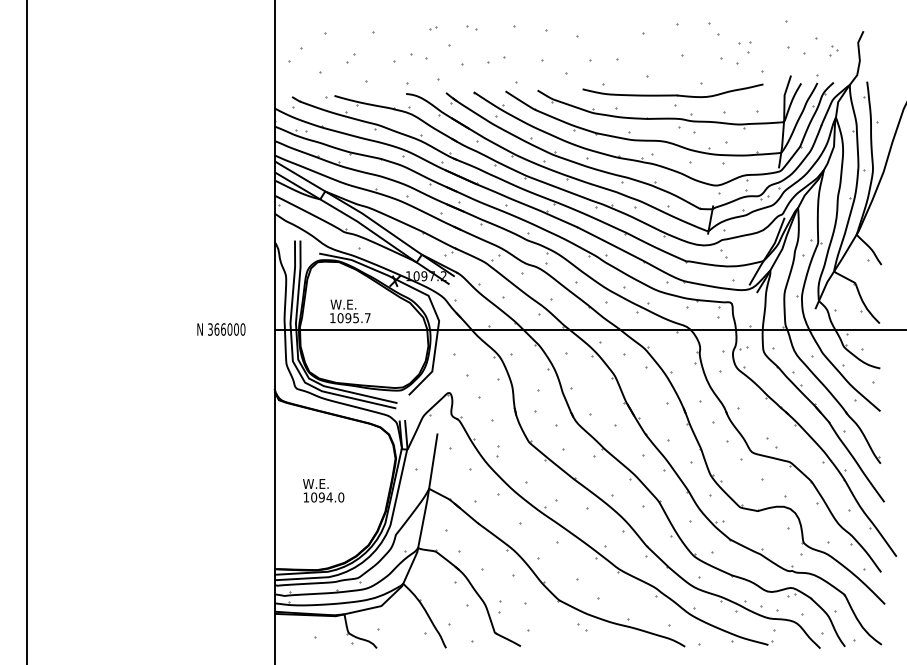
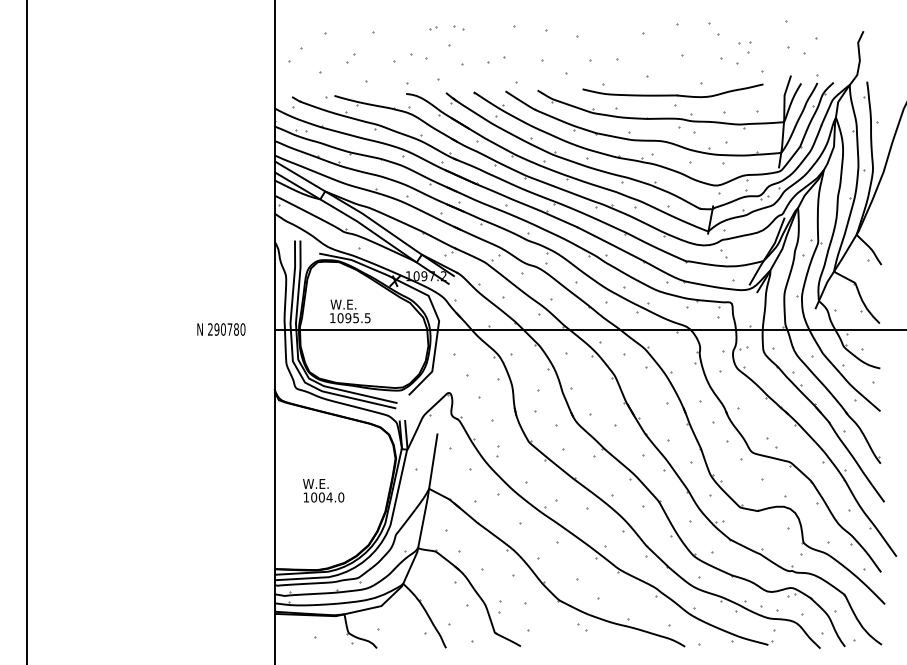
part at (471, 27) position: (471, 27) -> (458, 27)
part at (833, 50): present -> none
text at (367, 318): 1095.7 -> 1095.5
text at (223, 329): 366000 -> 290780
text at (321, 497): 1094.0 -> 1004.0
